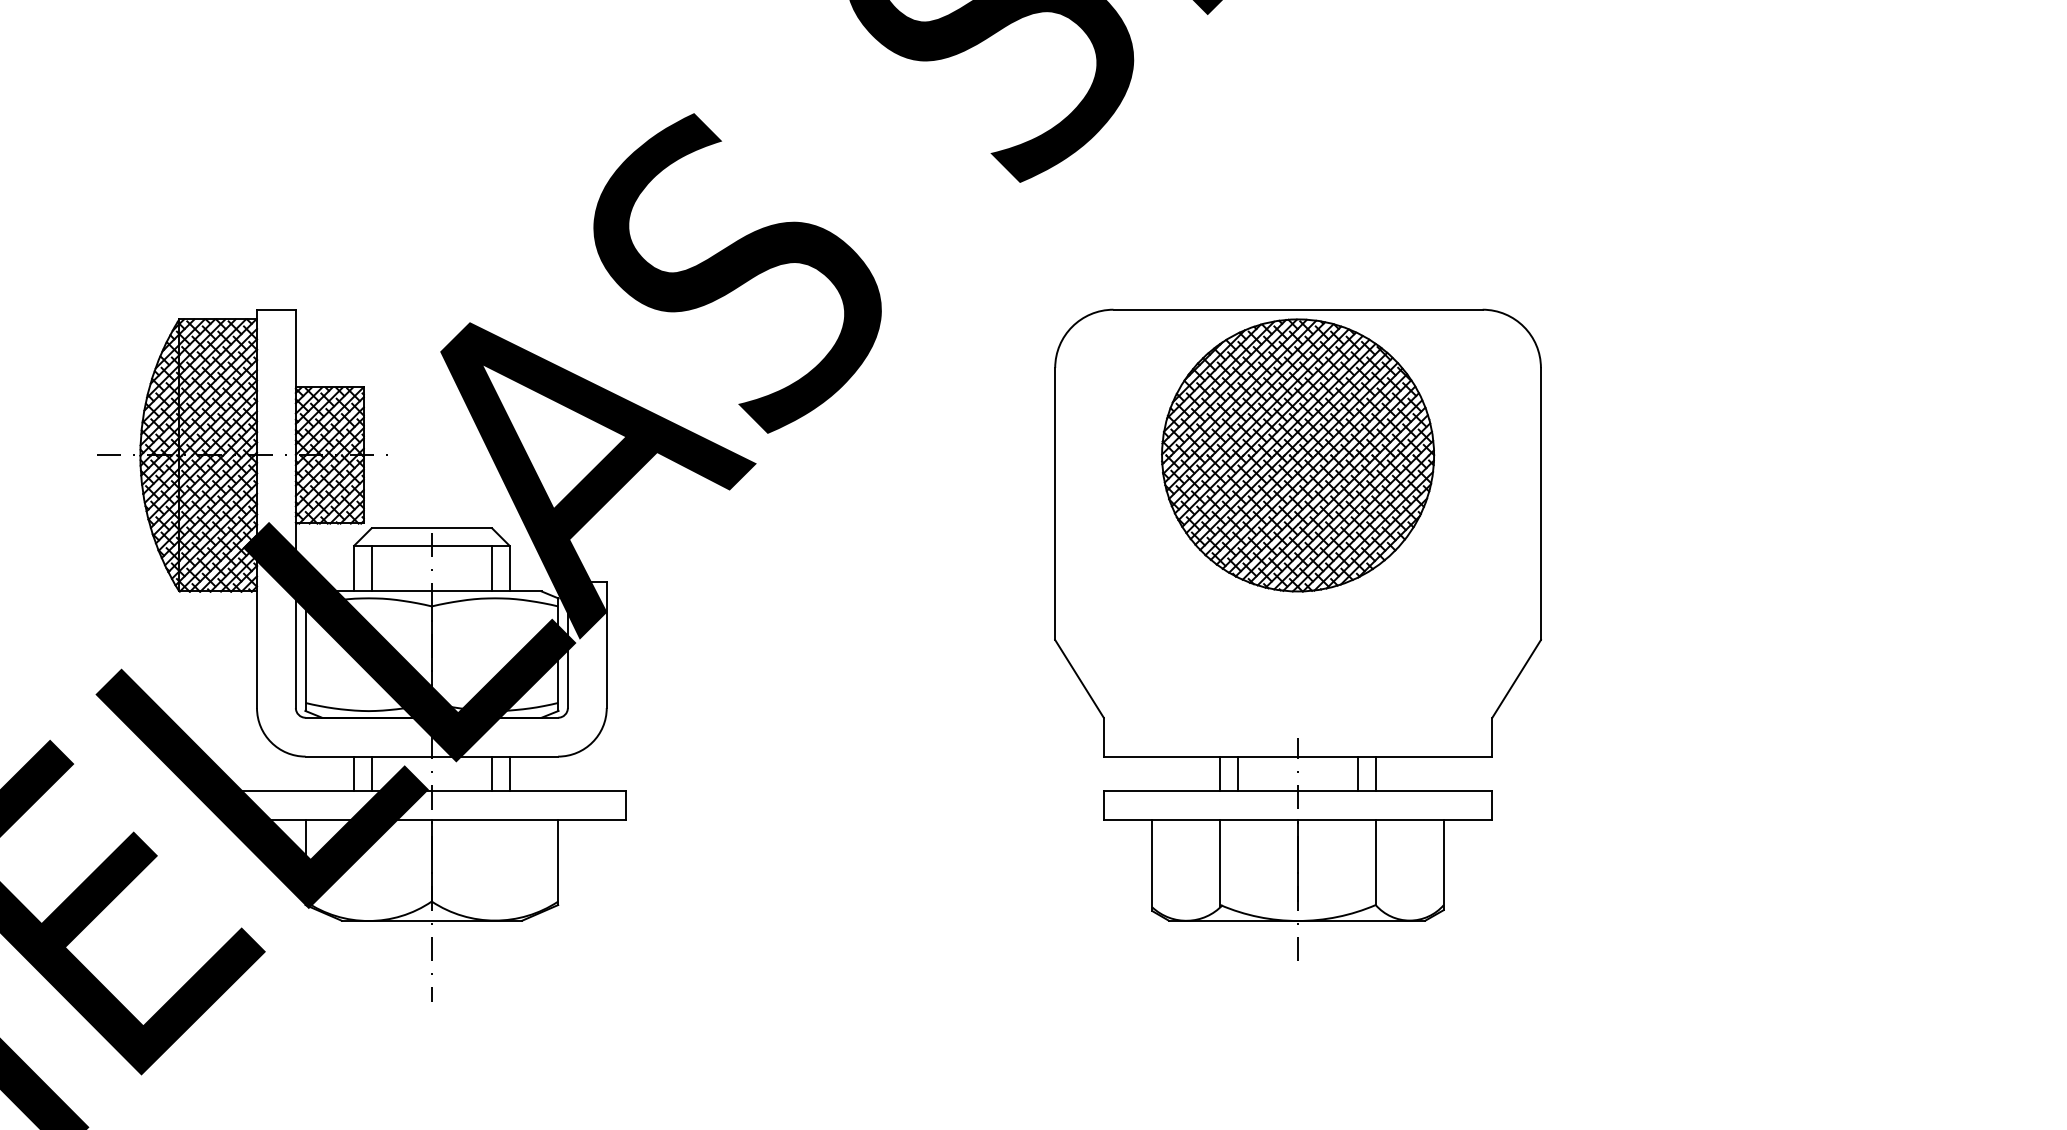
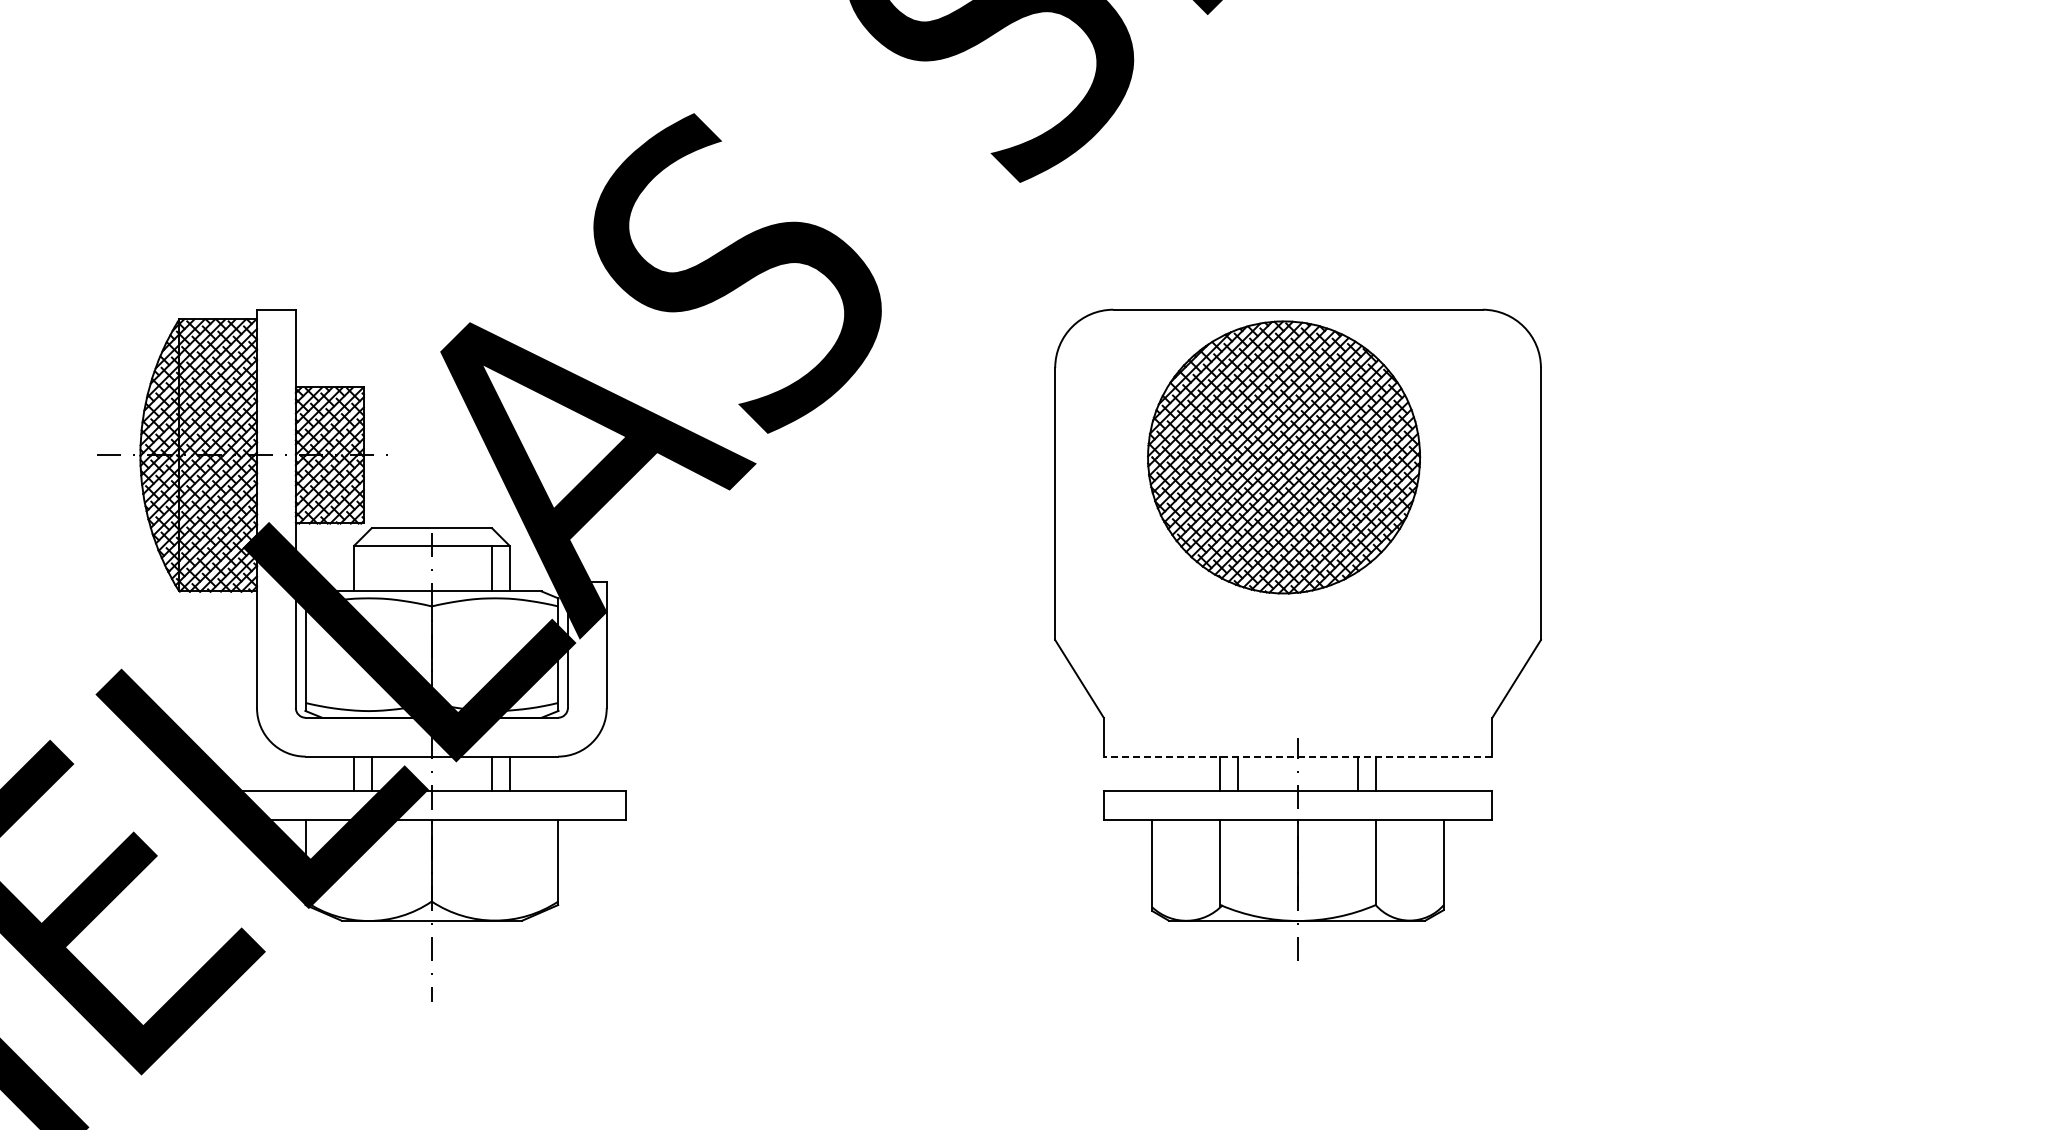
part at (1298, 455) position: (1298, 455) -> (1284, 457)
line at (371, 568): present -> none
line at (1297, 756): solid -> dashed
